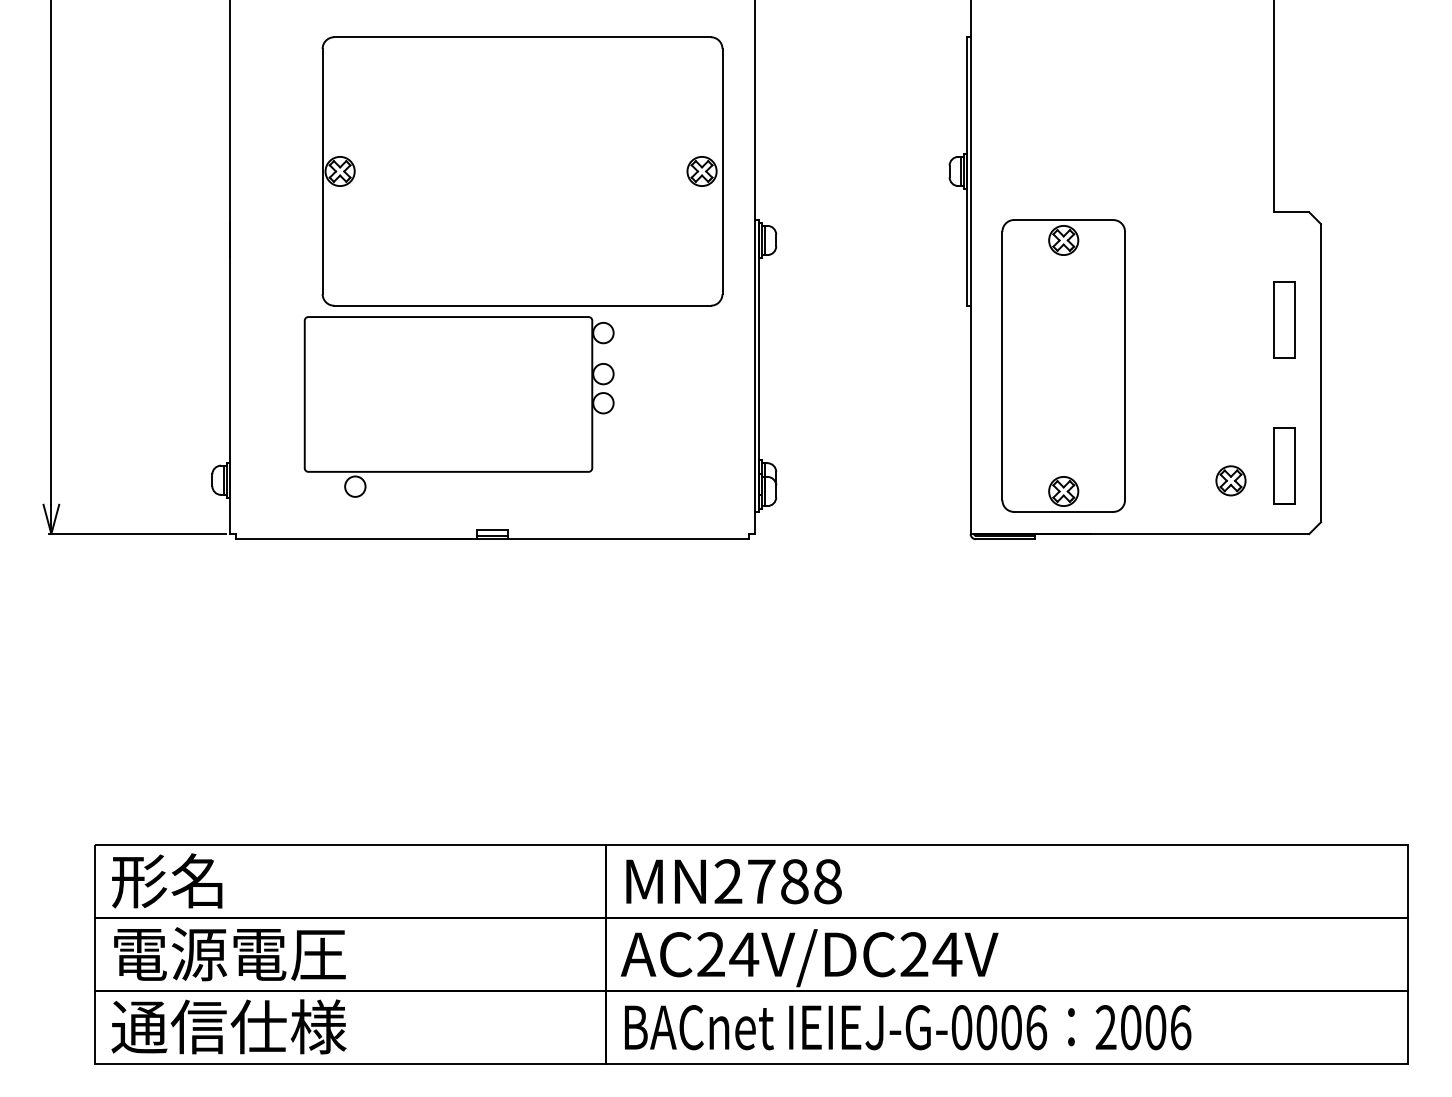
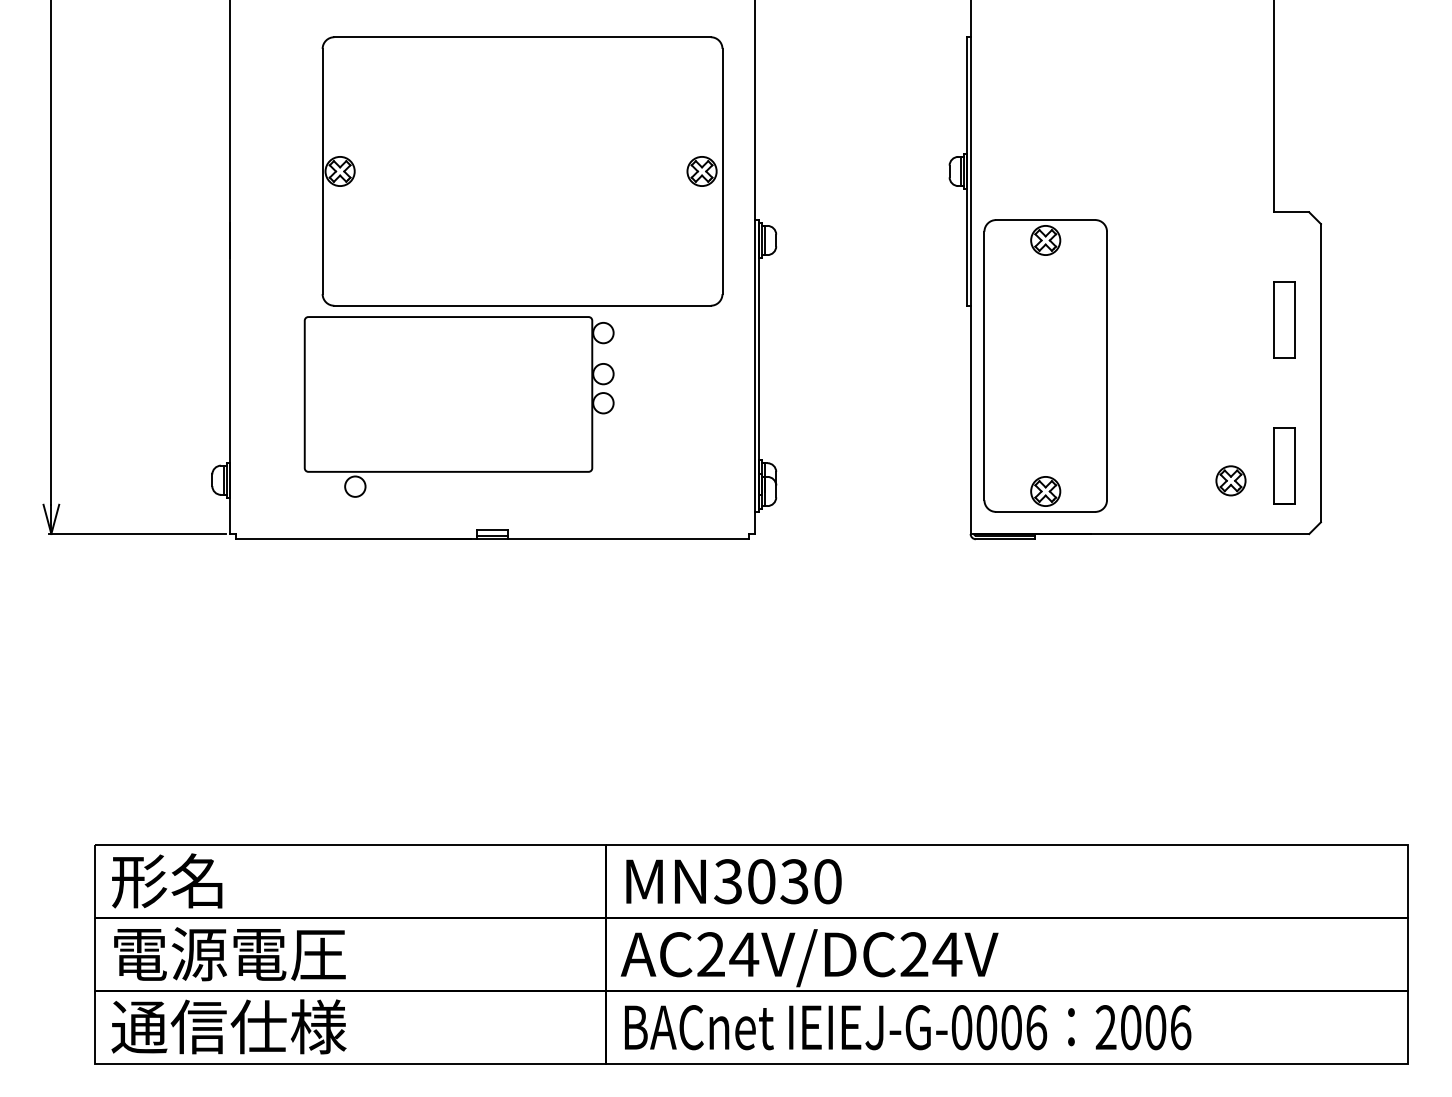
part at (1063, 365) position: (1063, 365) -> (1045, 365)
text at (777, 881): MN2788 -> MN3030
